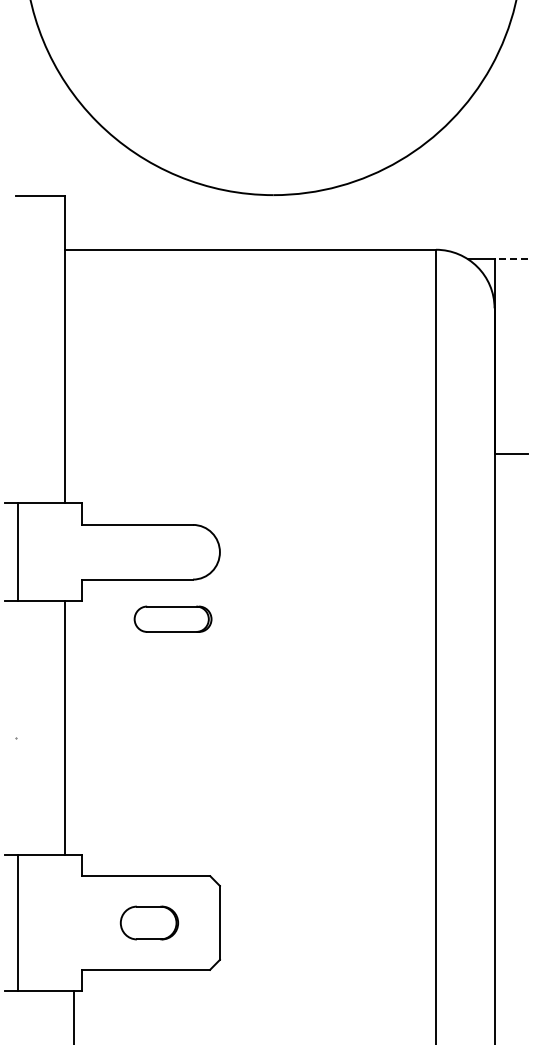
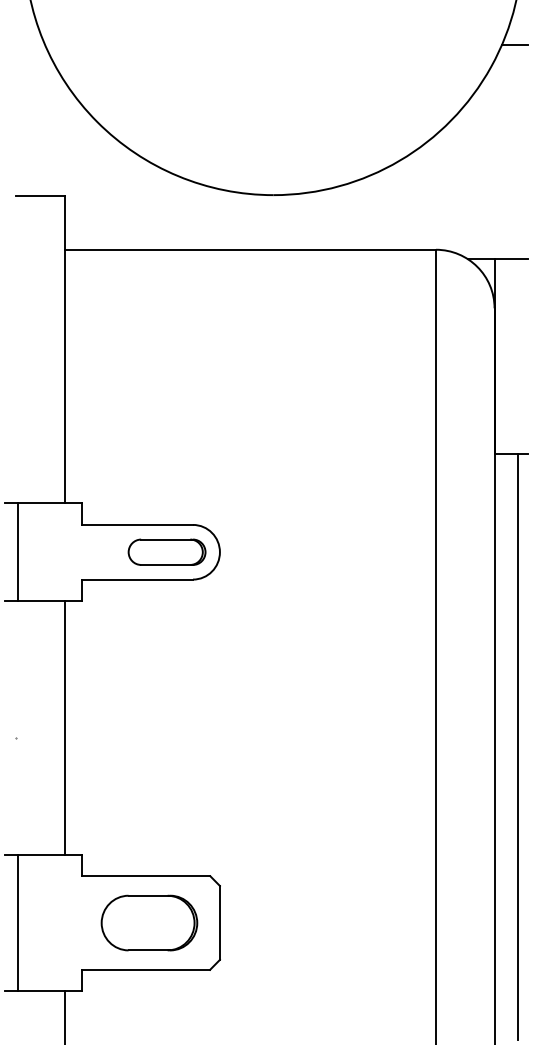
line at (514, 44): none -> present
line at (510, 259): dashed -> solid
part at (172, 618) position: (172, 618) -> (166, 551)
line at (517, 746): none -> present
part at (148, 922) size: 60x36 px -> 99x58 px
line at (74, 1016) position: (74, 1016) -> (65, 1016)
